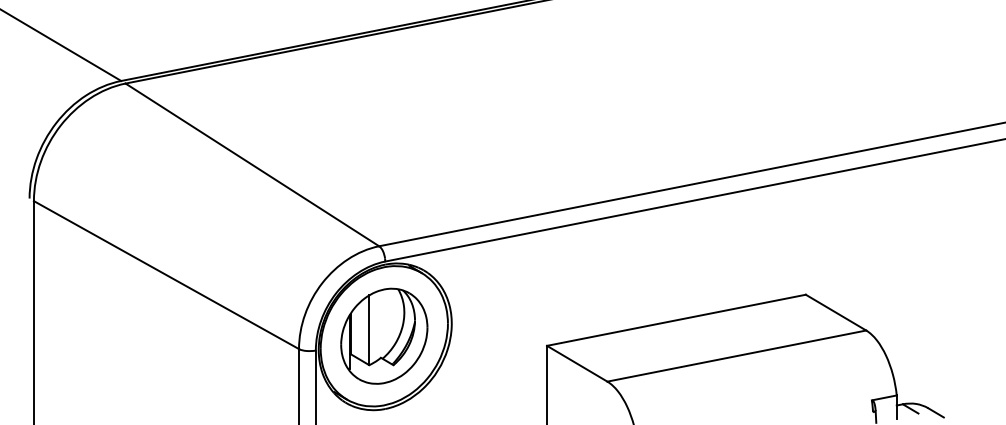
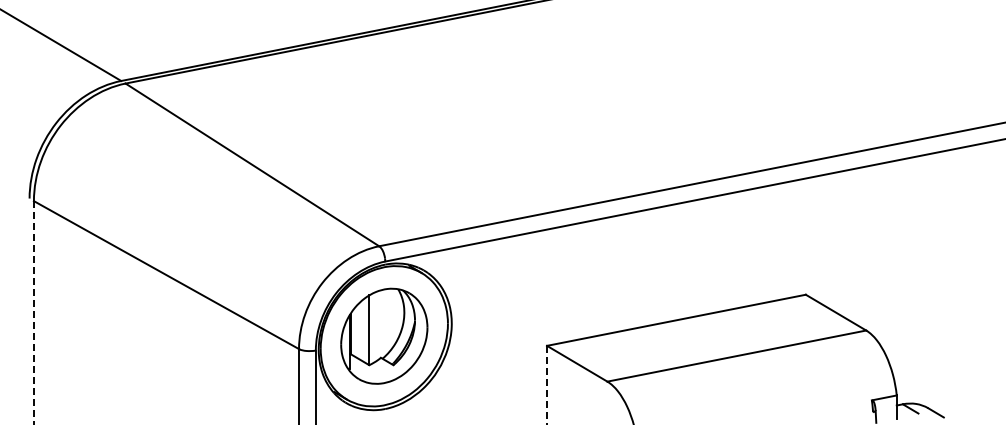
line at (33, 313): solid -> dashed
line at (547, 385): solid -> dashed
